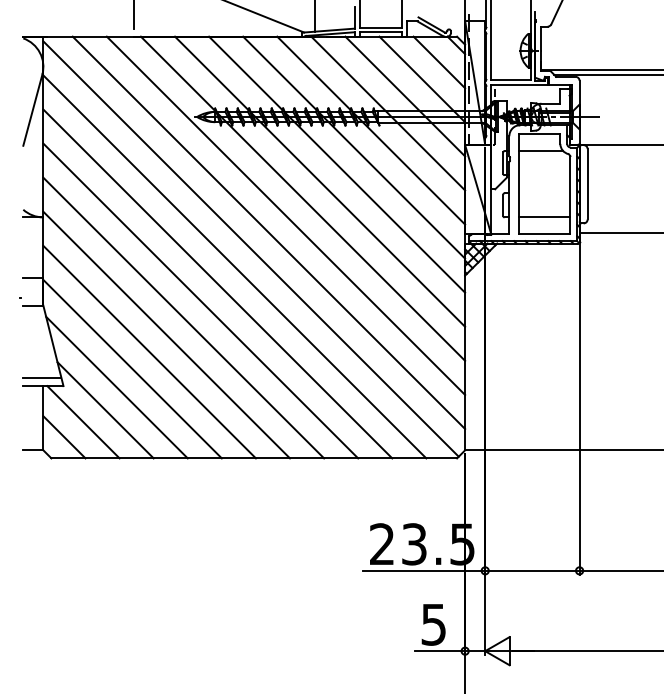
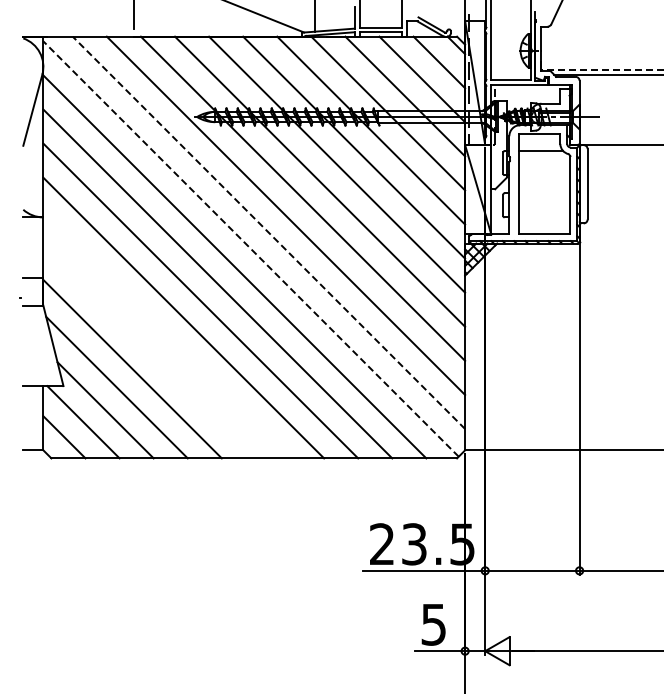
line at (602, 70): solid -> dashed
line at (544, 217): present -> none
line at (268, 232): solid -> dashed
line at (619, 233): present -> none
line at (251, 249): solid -> dashed
line at (166, 334): present -> none
line at (149, 351): present -> none
line at (42, 378): present -> none
